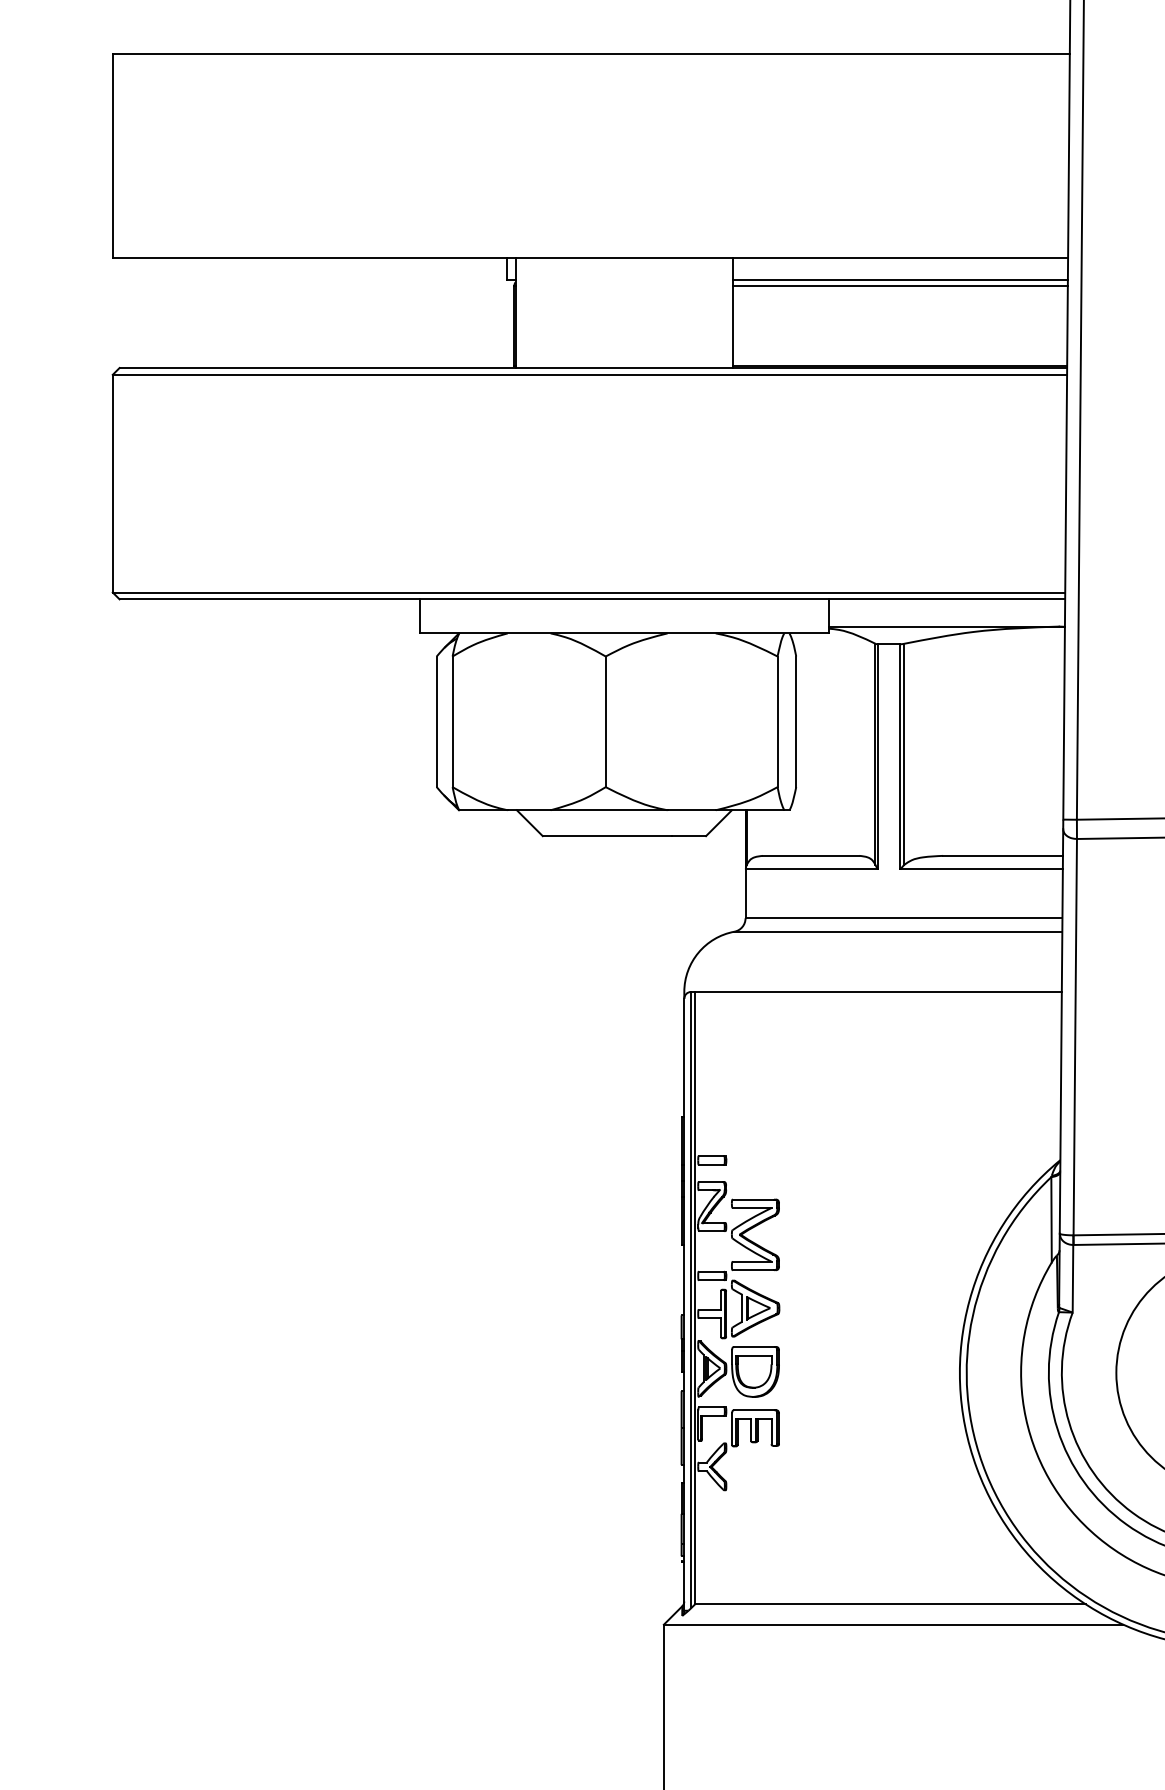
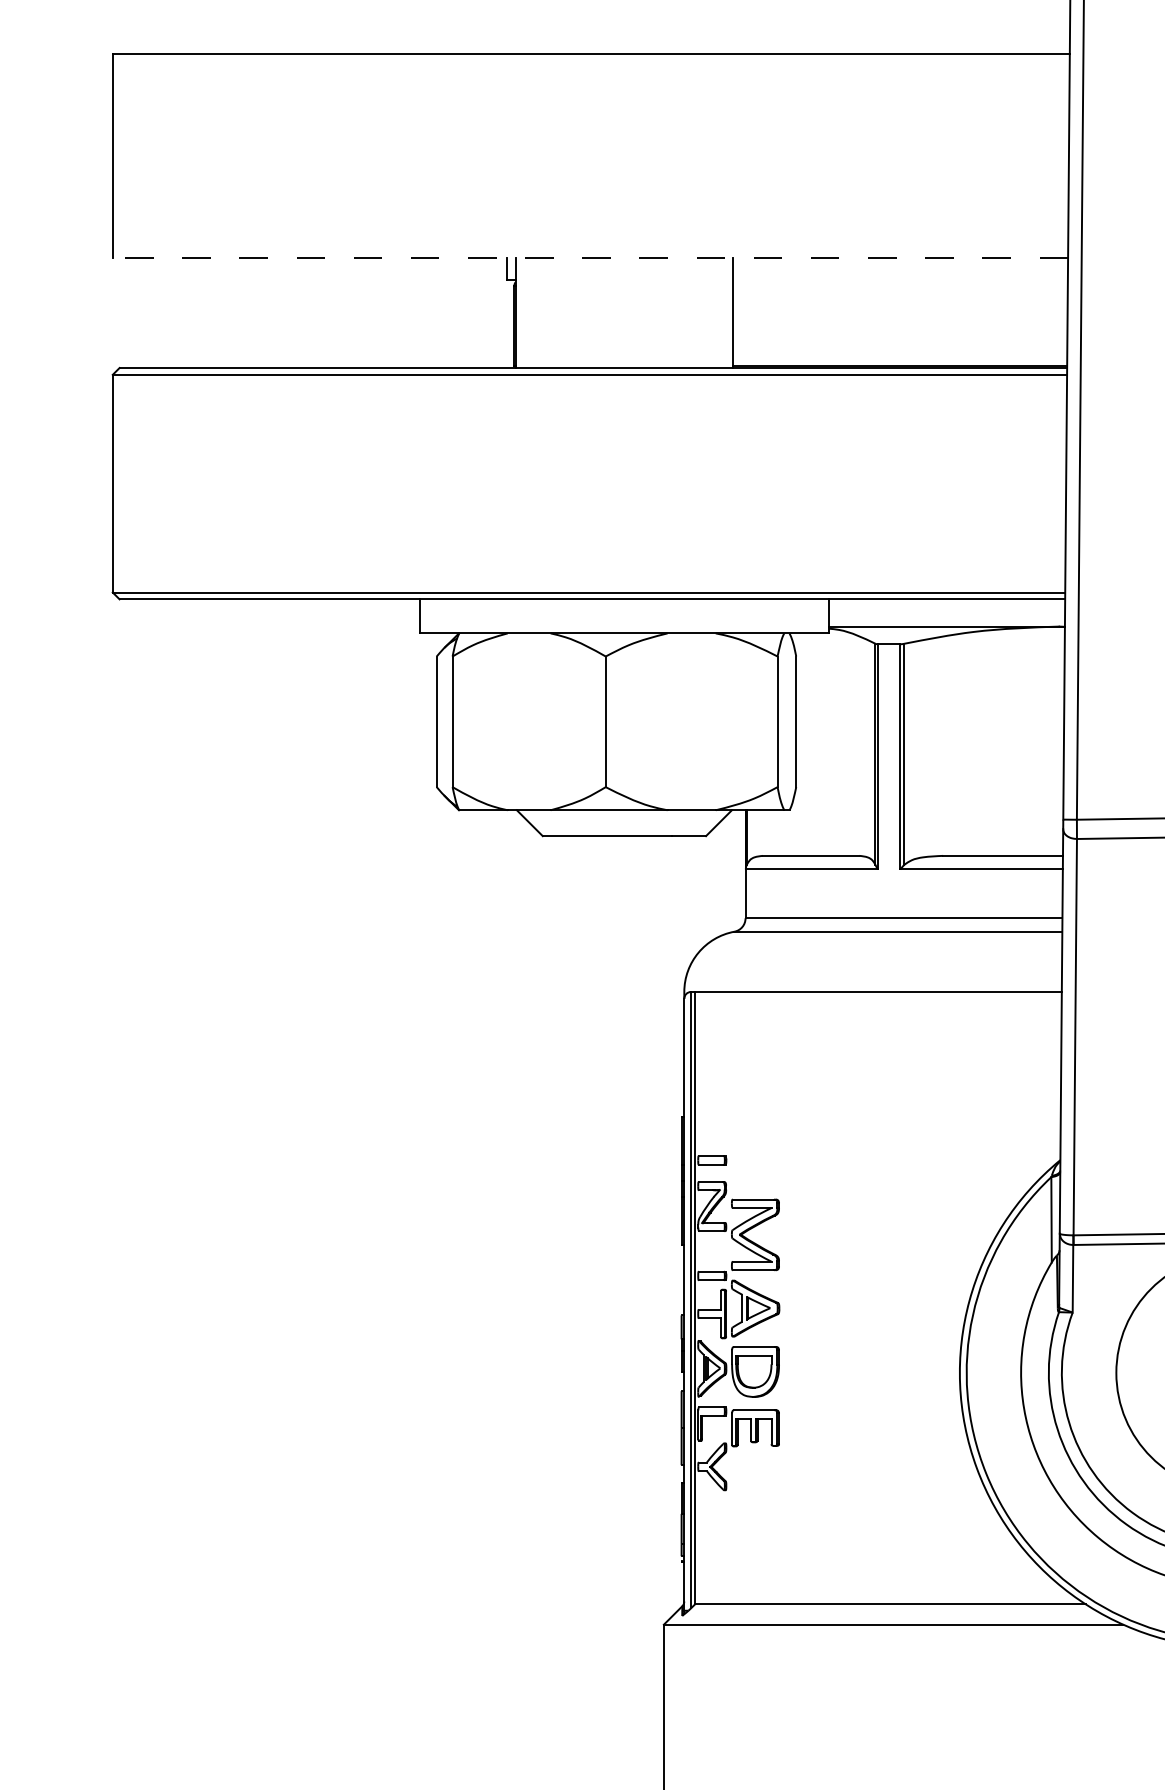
line at (590, 257): solid -> dashed
line at (900, 279): present -> none
line at (900, 286): present -> none
